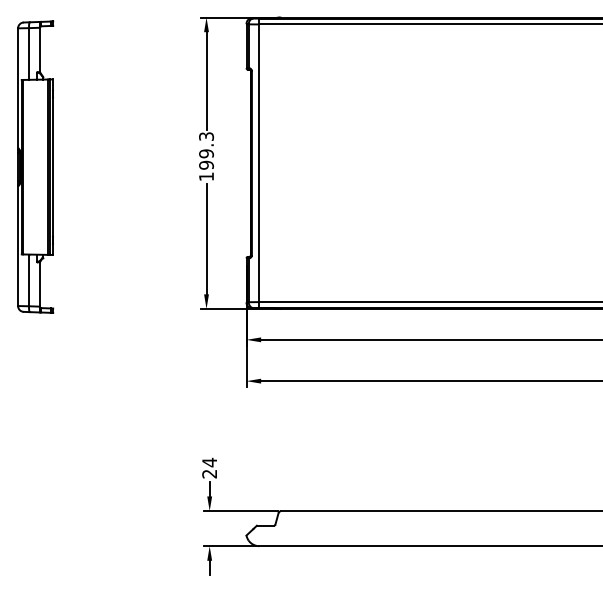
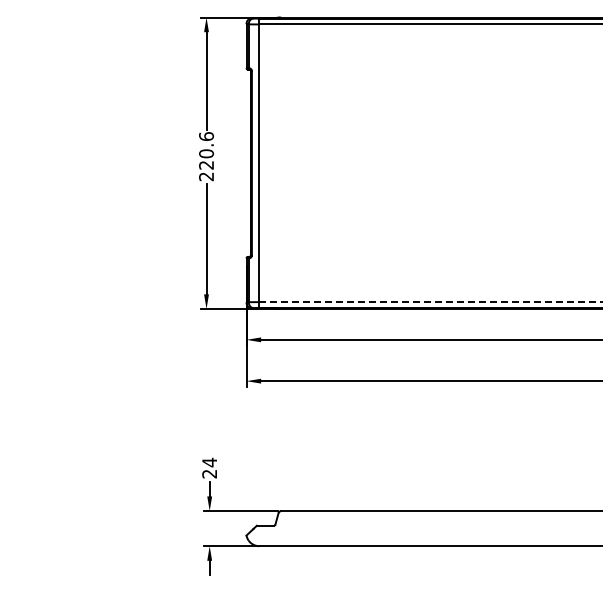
text at (206, 156): 199.3 -> 220.6
part at (35, 166): present -> none
line at (431, 302): solid -> dashed
